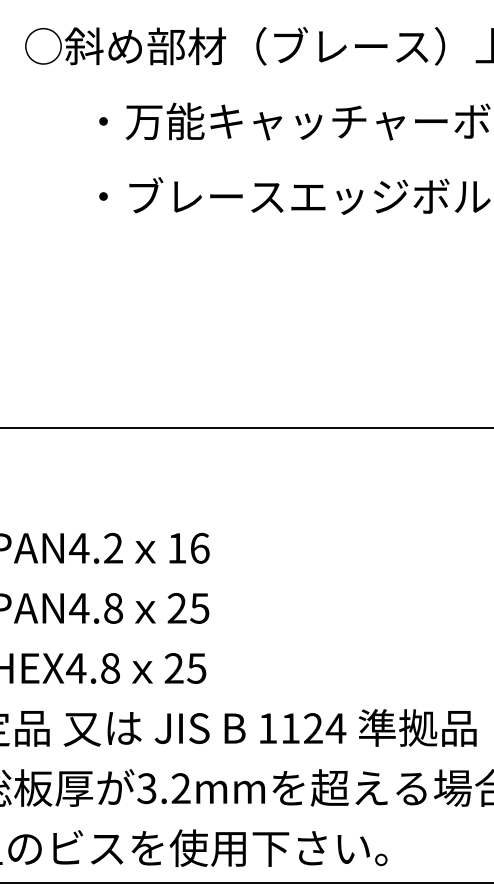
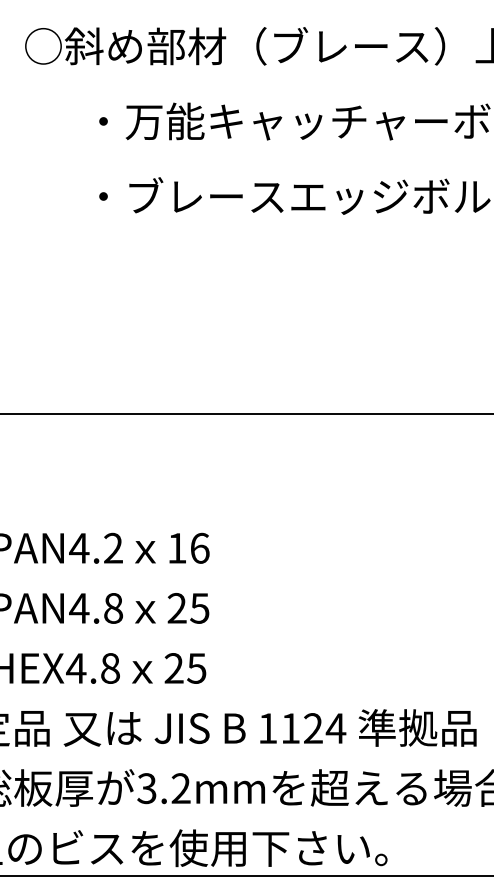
line at (246, 428) position: (246, 428) -> (246, 414)
line at (246, 882) position: (246, 882) -> (246, 875)
